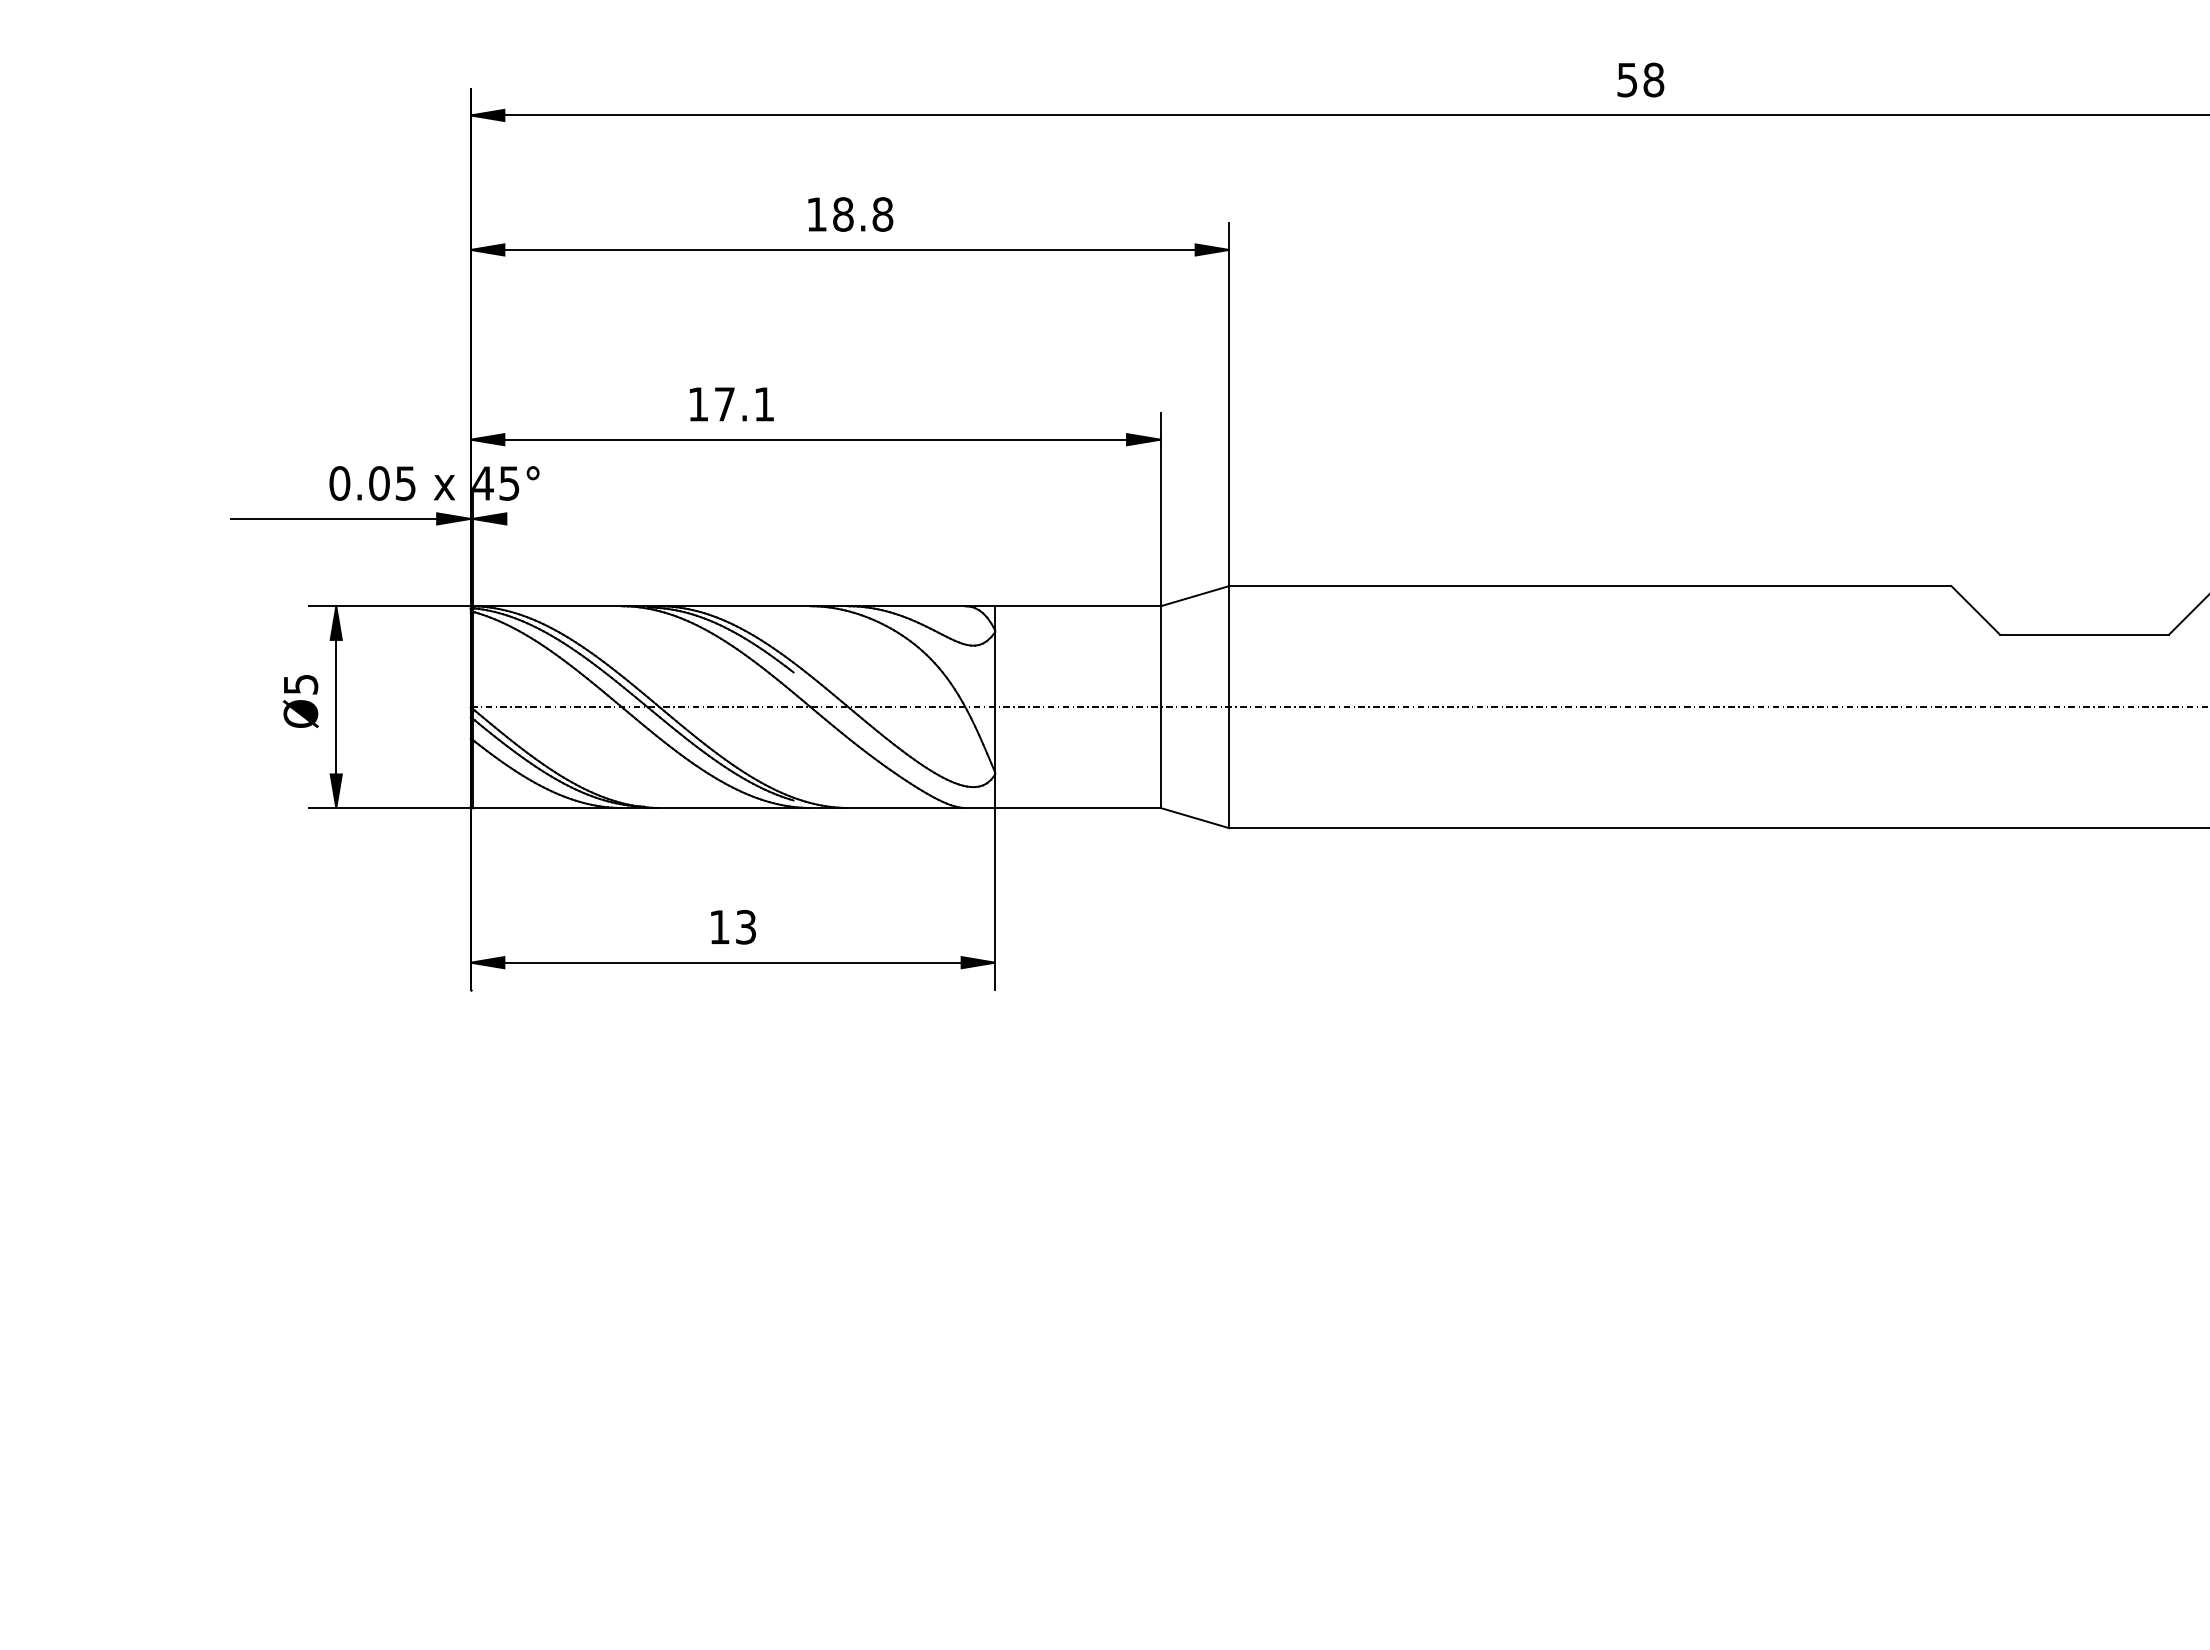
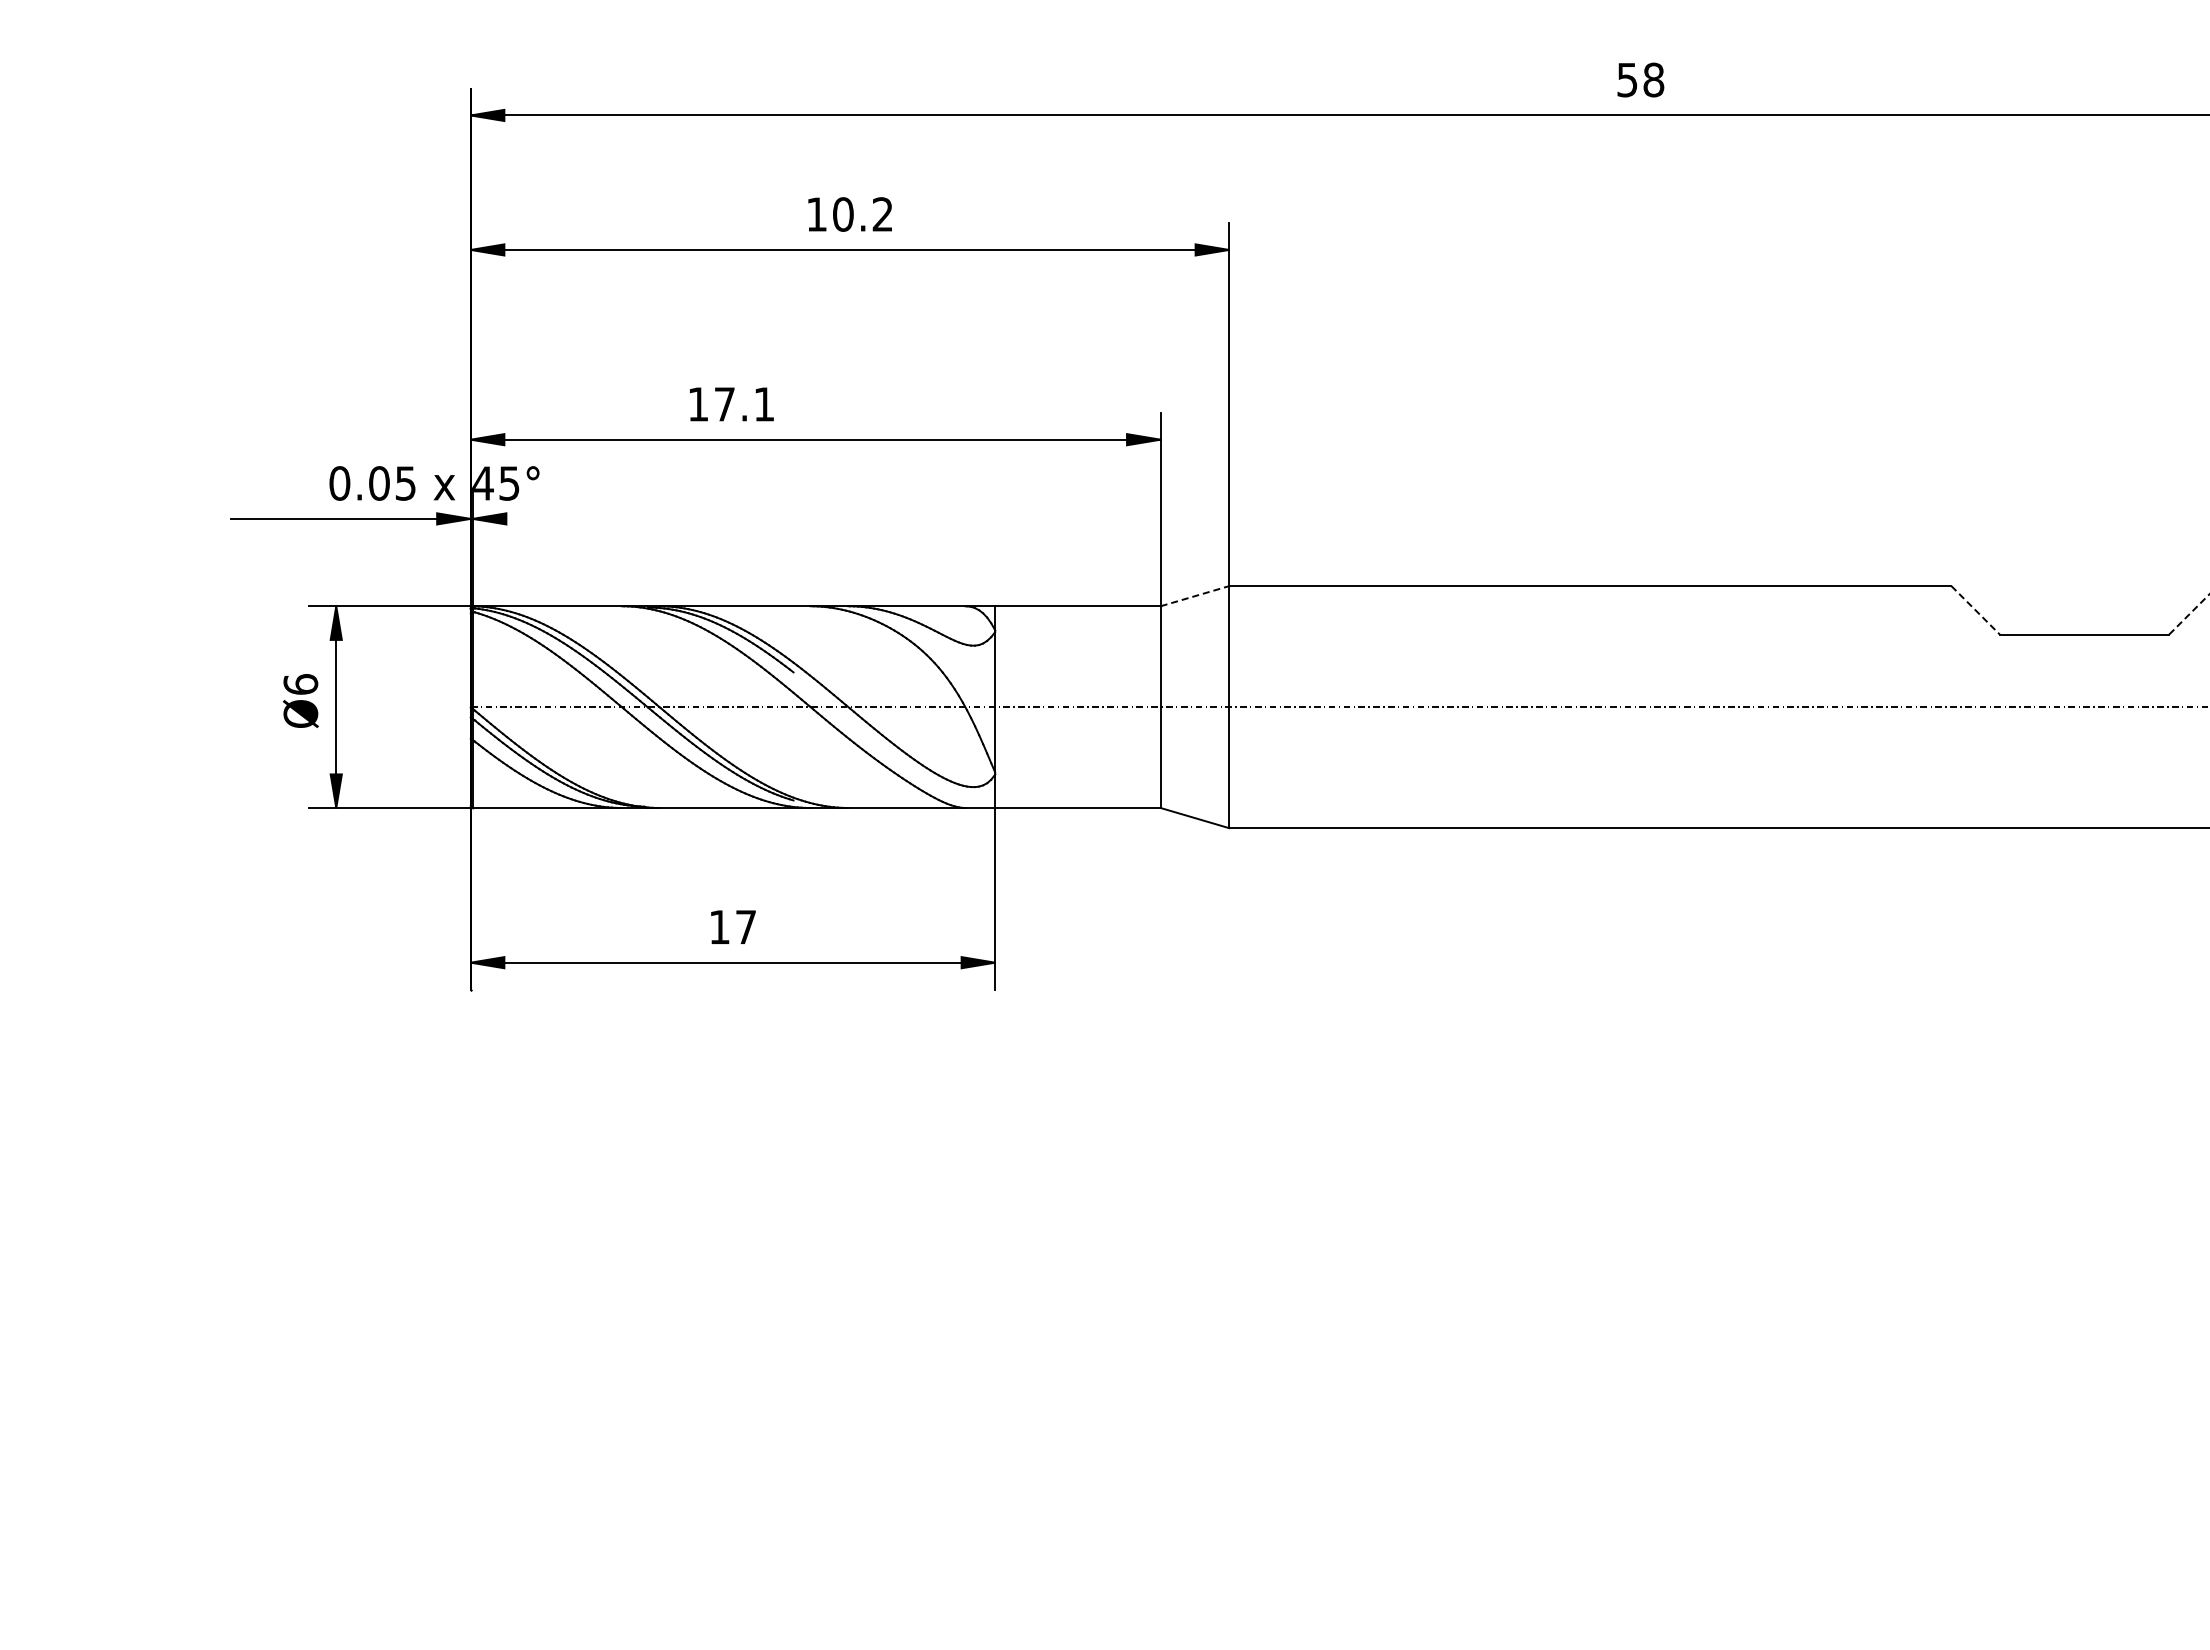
text at (863, 214): 18.8 -> 10.2
line at (1194, 596): solid -> dashed
line at (1975, 610): solid -> dashed
line at (2189, 614): solid -> dashed
text at (300, 684): Ø5 -> Ø6
text at (745, 926): 13 -> 17
